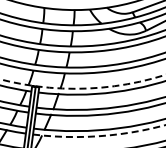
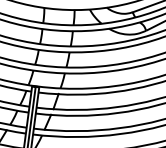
arc at (82, 88): dashed -> solid
arc at (98, 136): dashed -> solid
